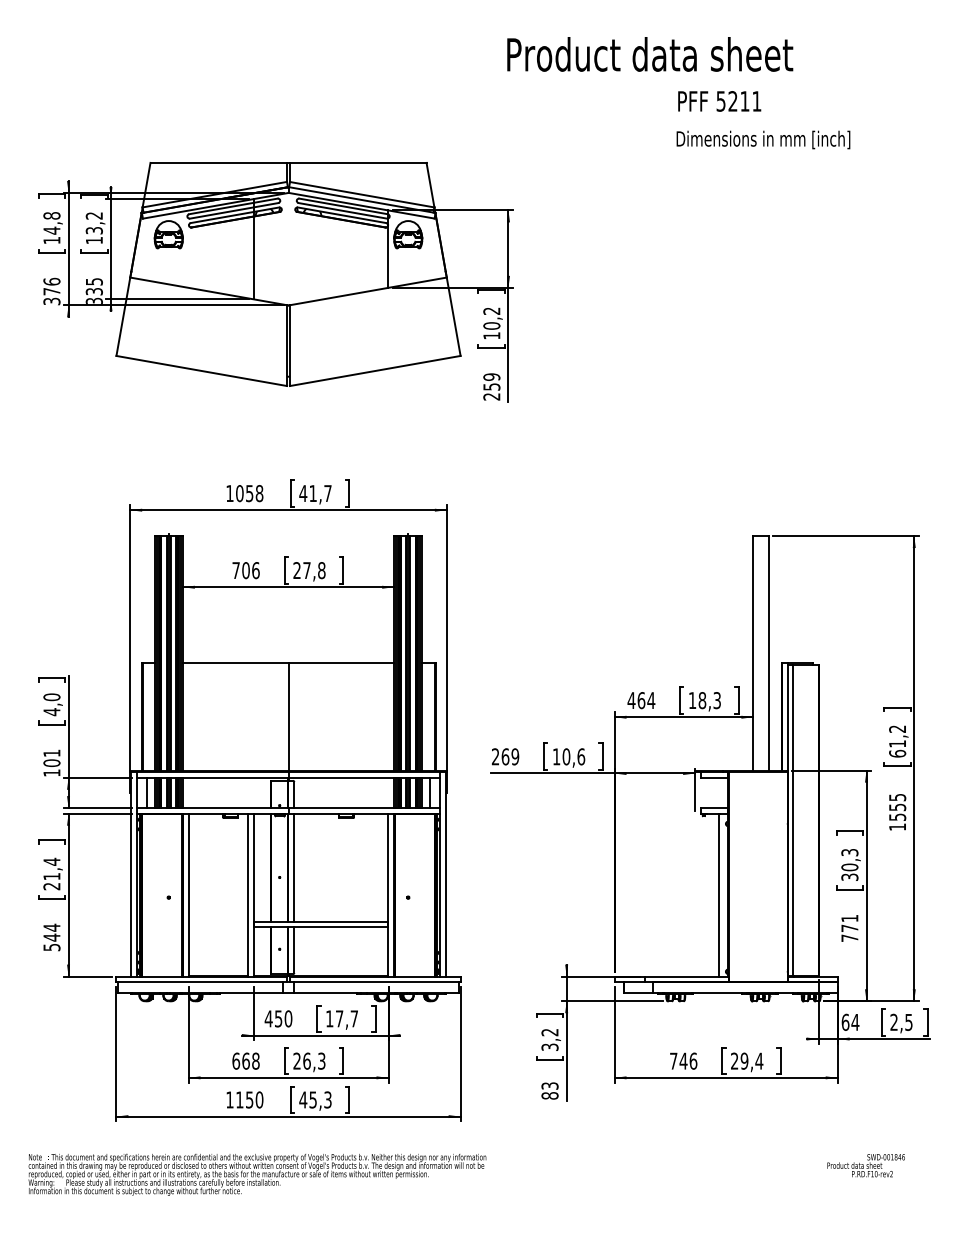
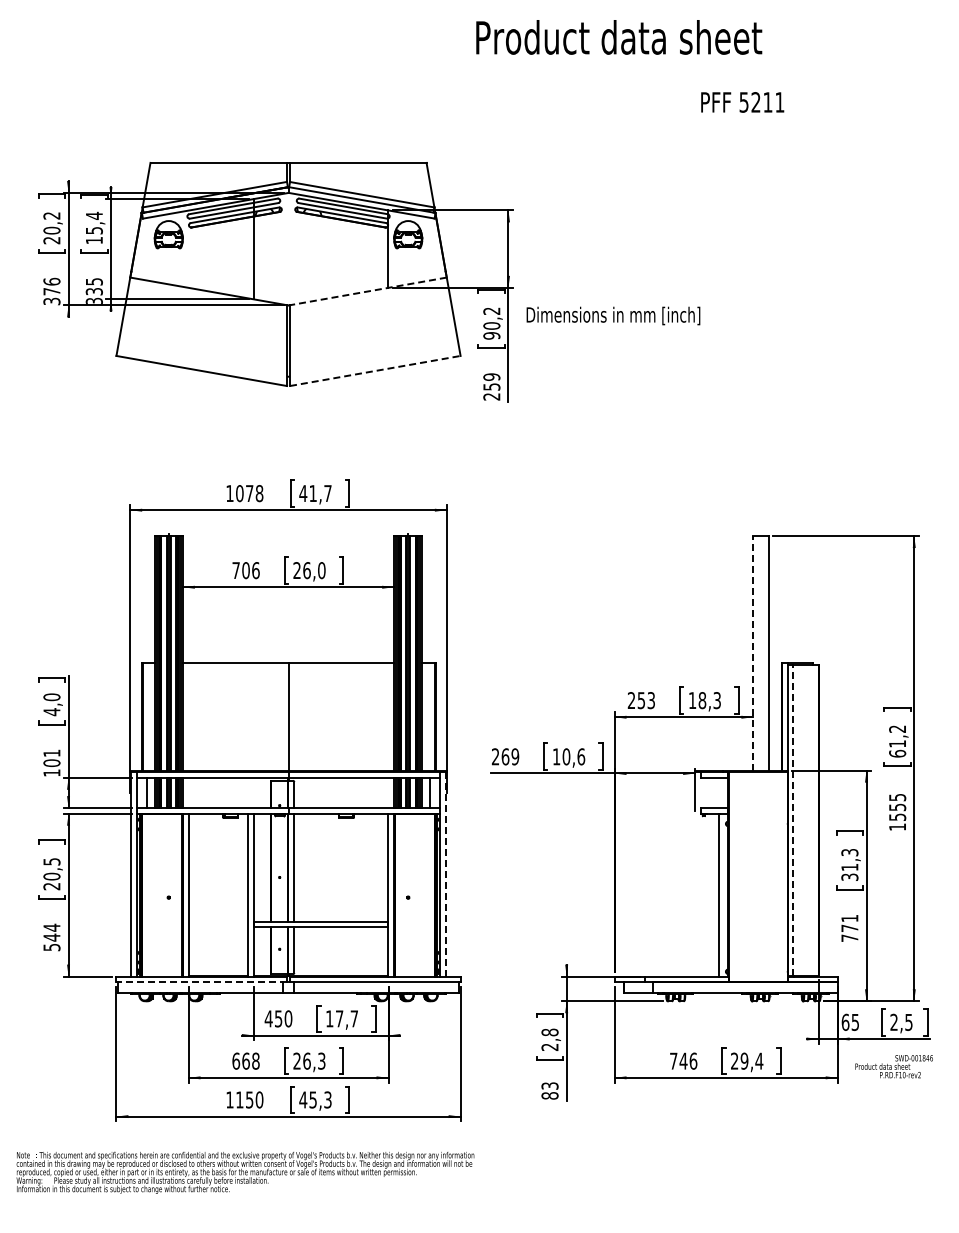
text at (650, 54) position: (650, 54) -> (619, 37)
text at (719, 101) position: (719, 101) -> (742, 102)
text at (763, 139) position: (763, 139) -> (613, 315)
text at (93, 222): 13,2 -> 15,4
text at (51, 228): 14,8 -> 20,2
line at (367, 291): solid -> dashed
text at (491, 335): 10,2 -> 90,2
line at (375, 370): solid -> dashed
text at (249, 493): 1058 -> 1078
text at (314, 570): 27,8 -> 26,0
line at (753, 652): solid -> dashed
text at (641, 700): 464 -> 253
line at (793, 819): solid -> dashed
text at (849, 867): 30,3 -> 31,3
text at (51, 868): 21,4 -> 20,5
line at (445, 874): solid -> dashed
line at (201, 981): solid -> dashed
text at (855, 1022): 64 -> 65
text at (549, 1039): 3,2 -> 2,8
text at (865, 1165) position: (865, 1165) -> (893, 1066)
text at (257, 1174) position: (257, 1174) -> (245, 1172)
